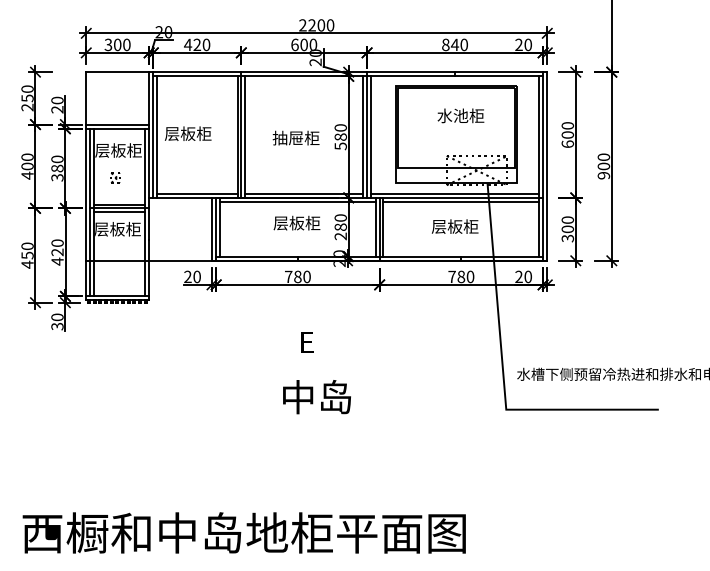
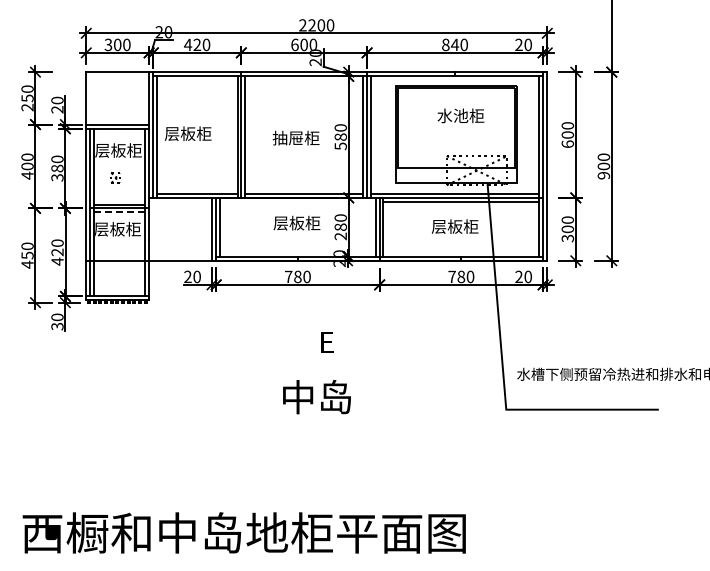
line at (297, 201): present -> none
line at (119, 212): solid -> dashed
text at (307, 342) position: (307, 342) -> (327, 342)
